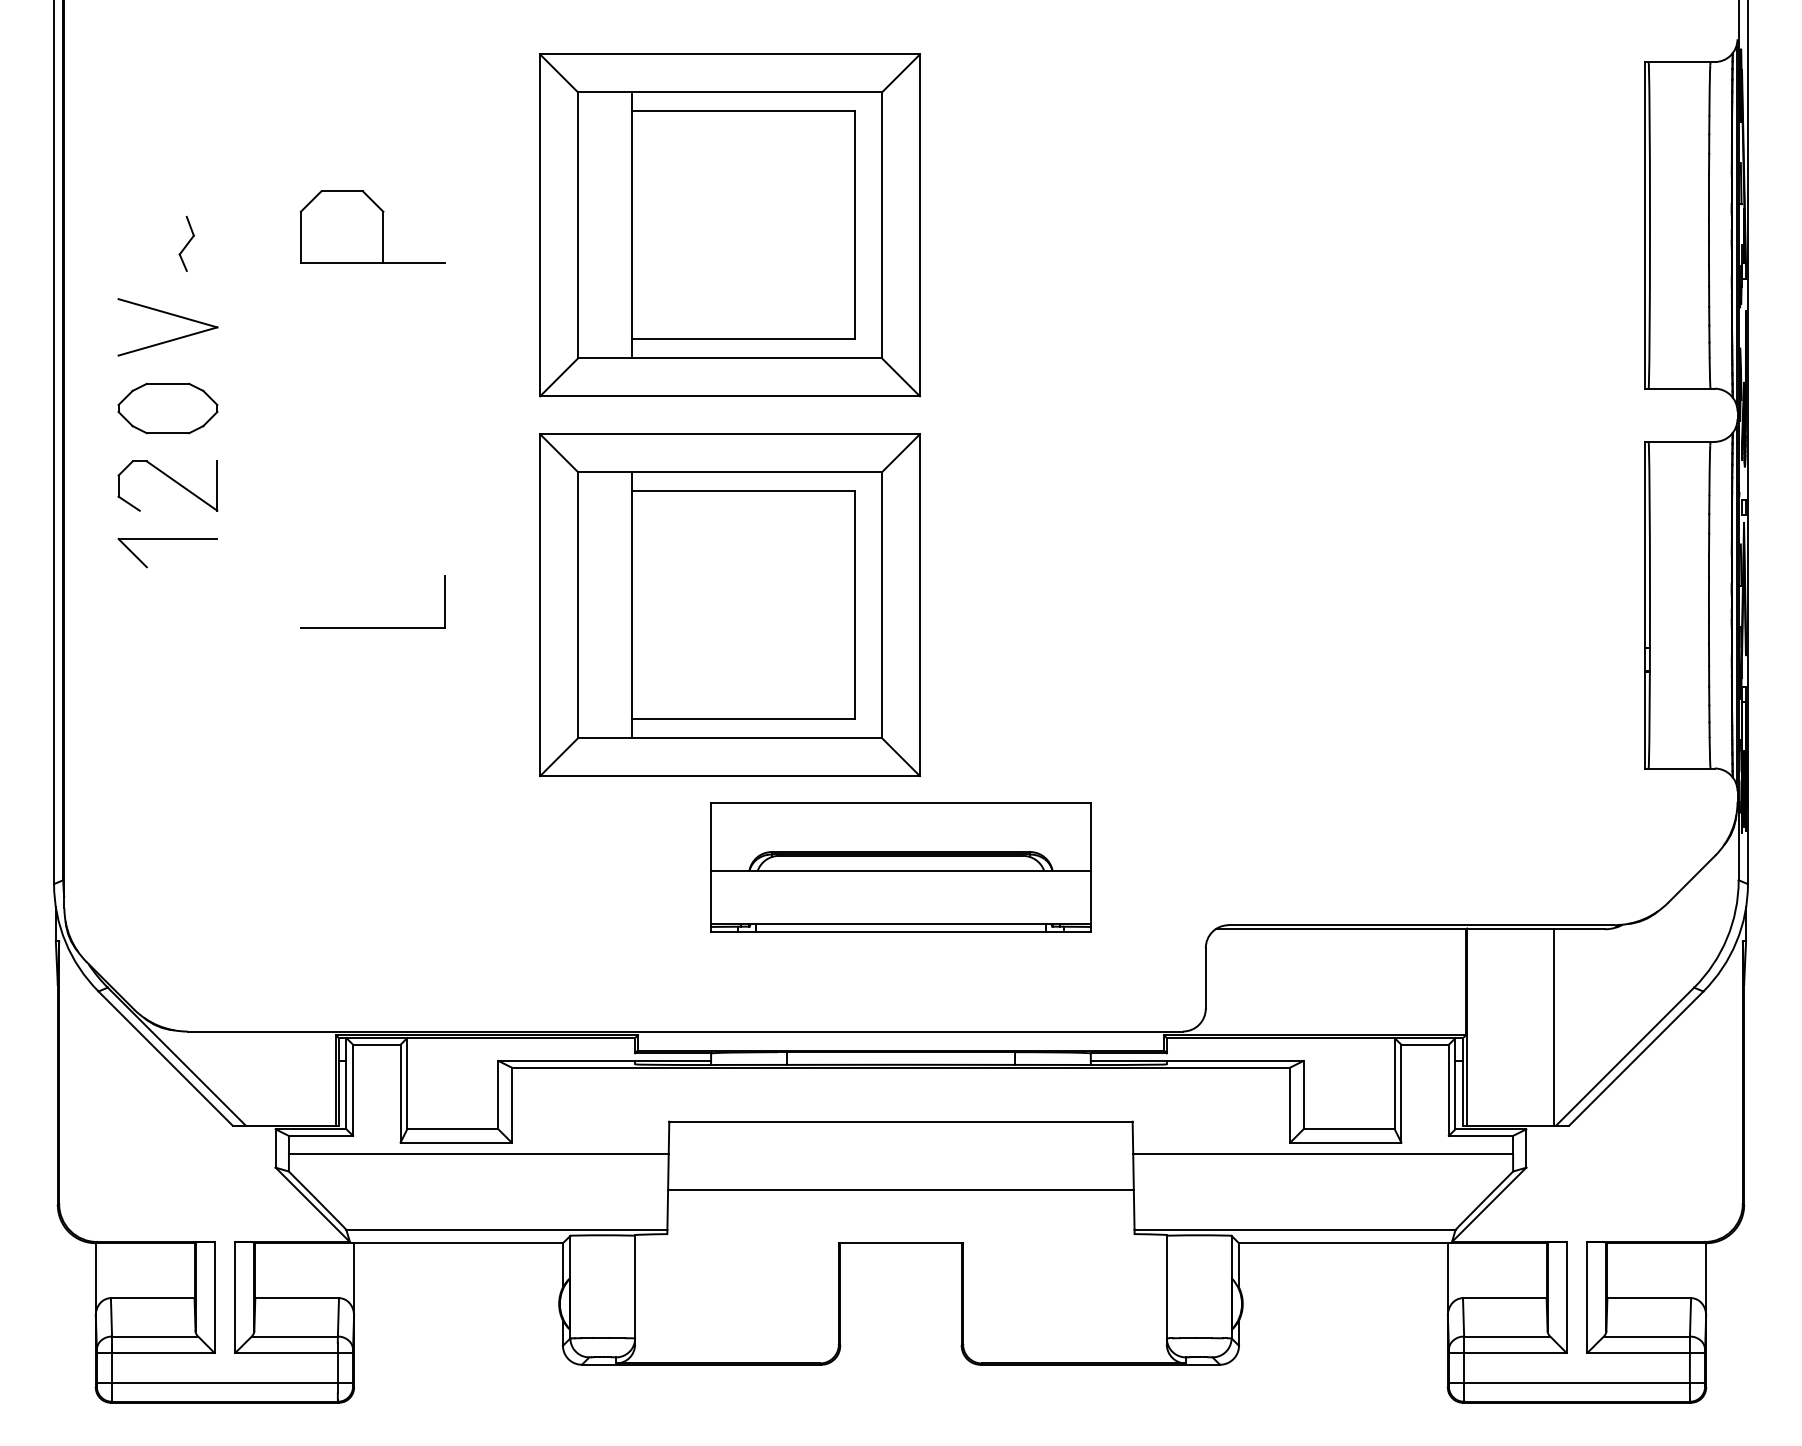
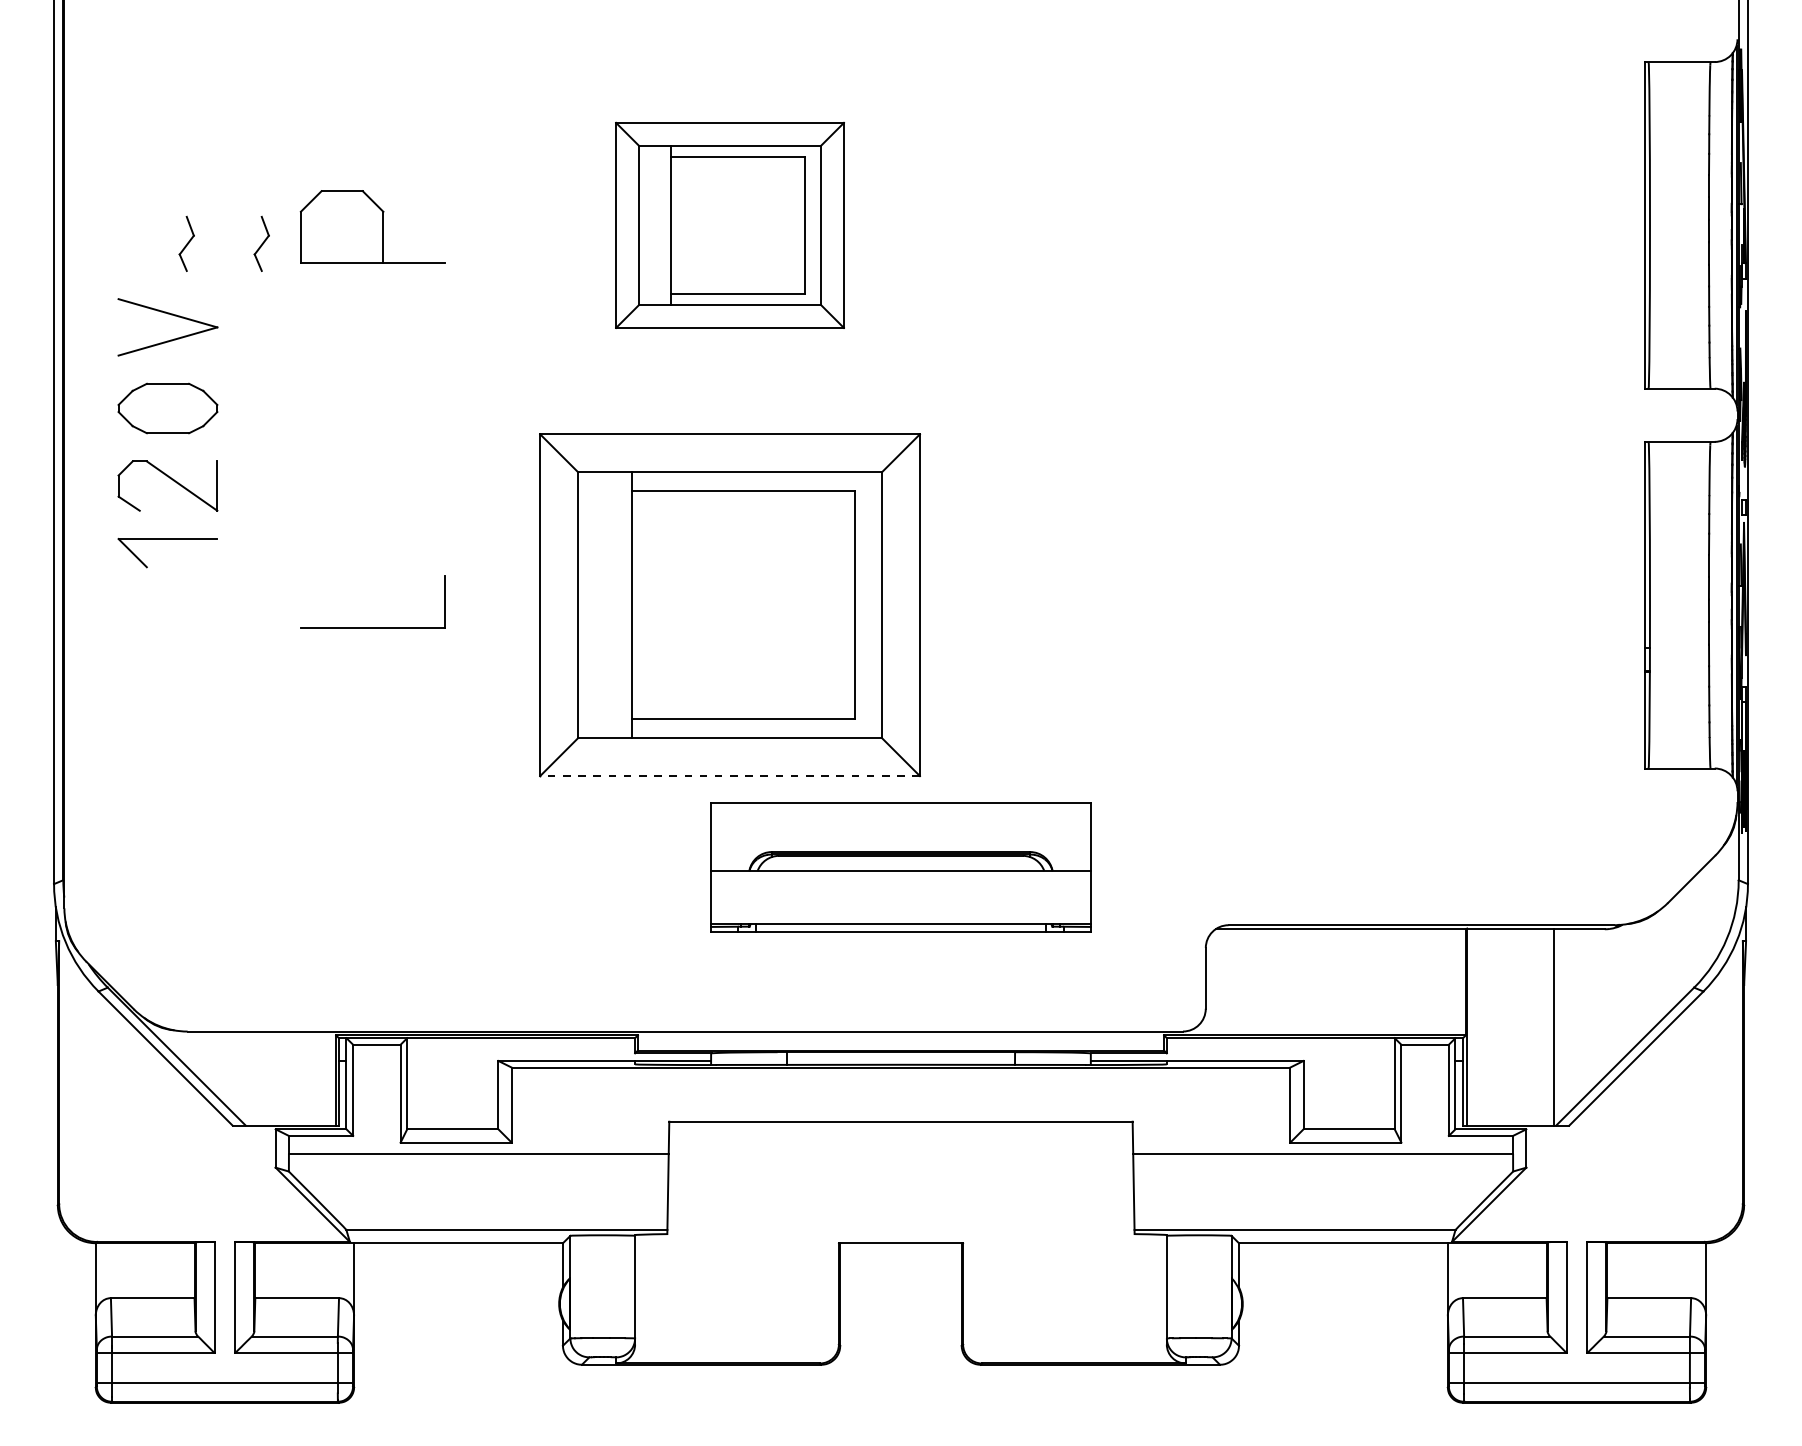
part at (729, 225) size: 382x345 px -> 230x208 px
part at (261, 243): none -> present
line at (730, 776): solid -> dashed
line at (900, 1190): present -> none
